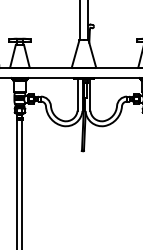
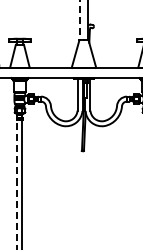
line at (80, 20): solid -> dashed
line at (17, 185): solid -> dashed
